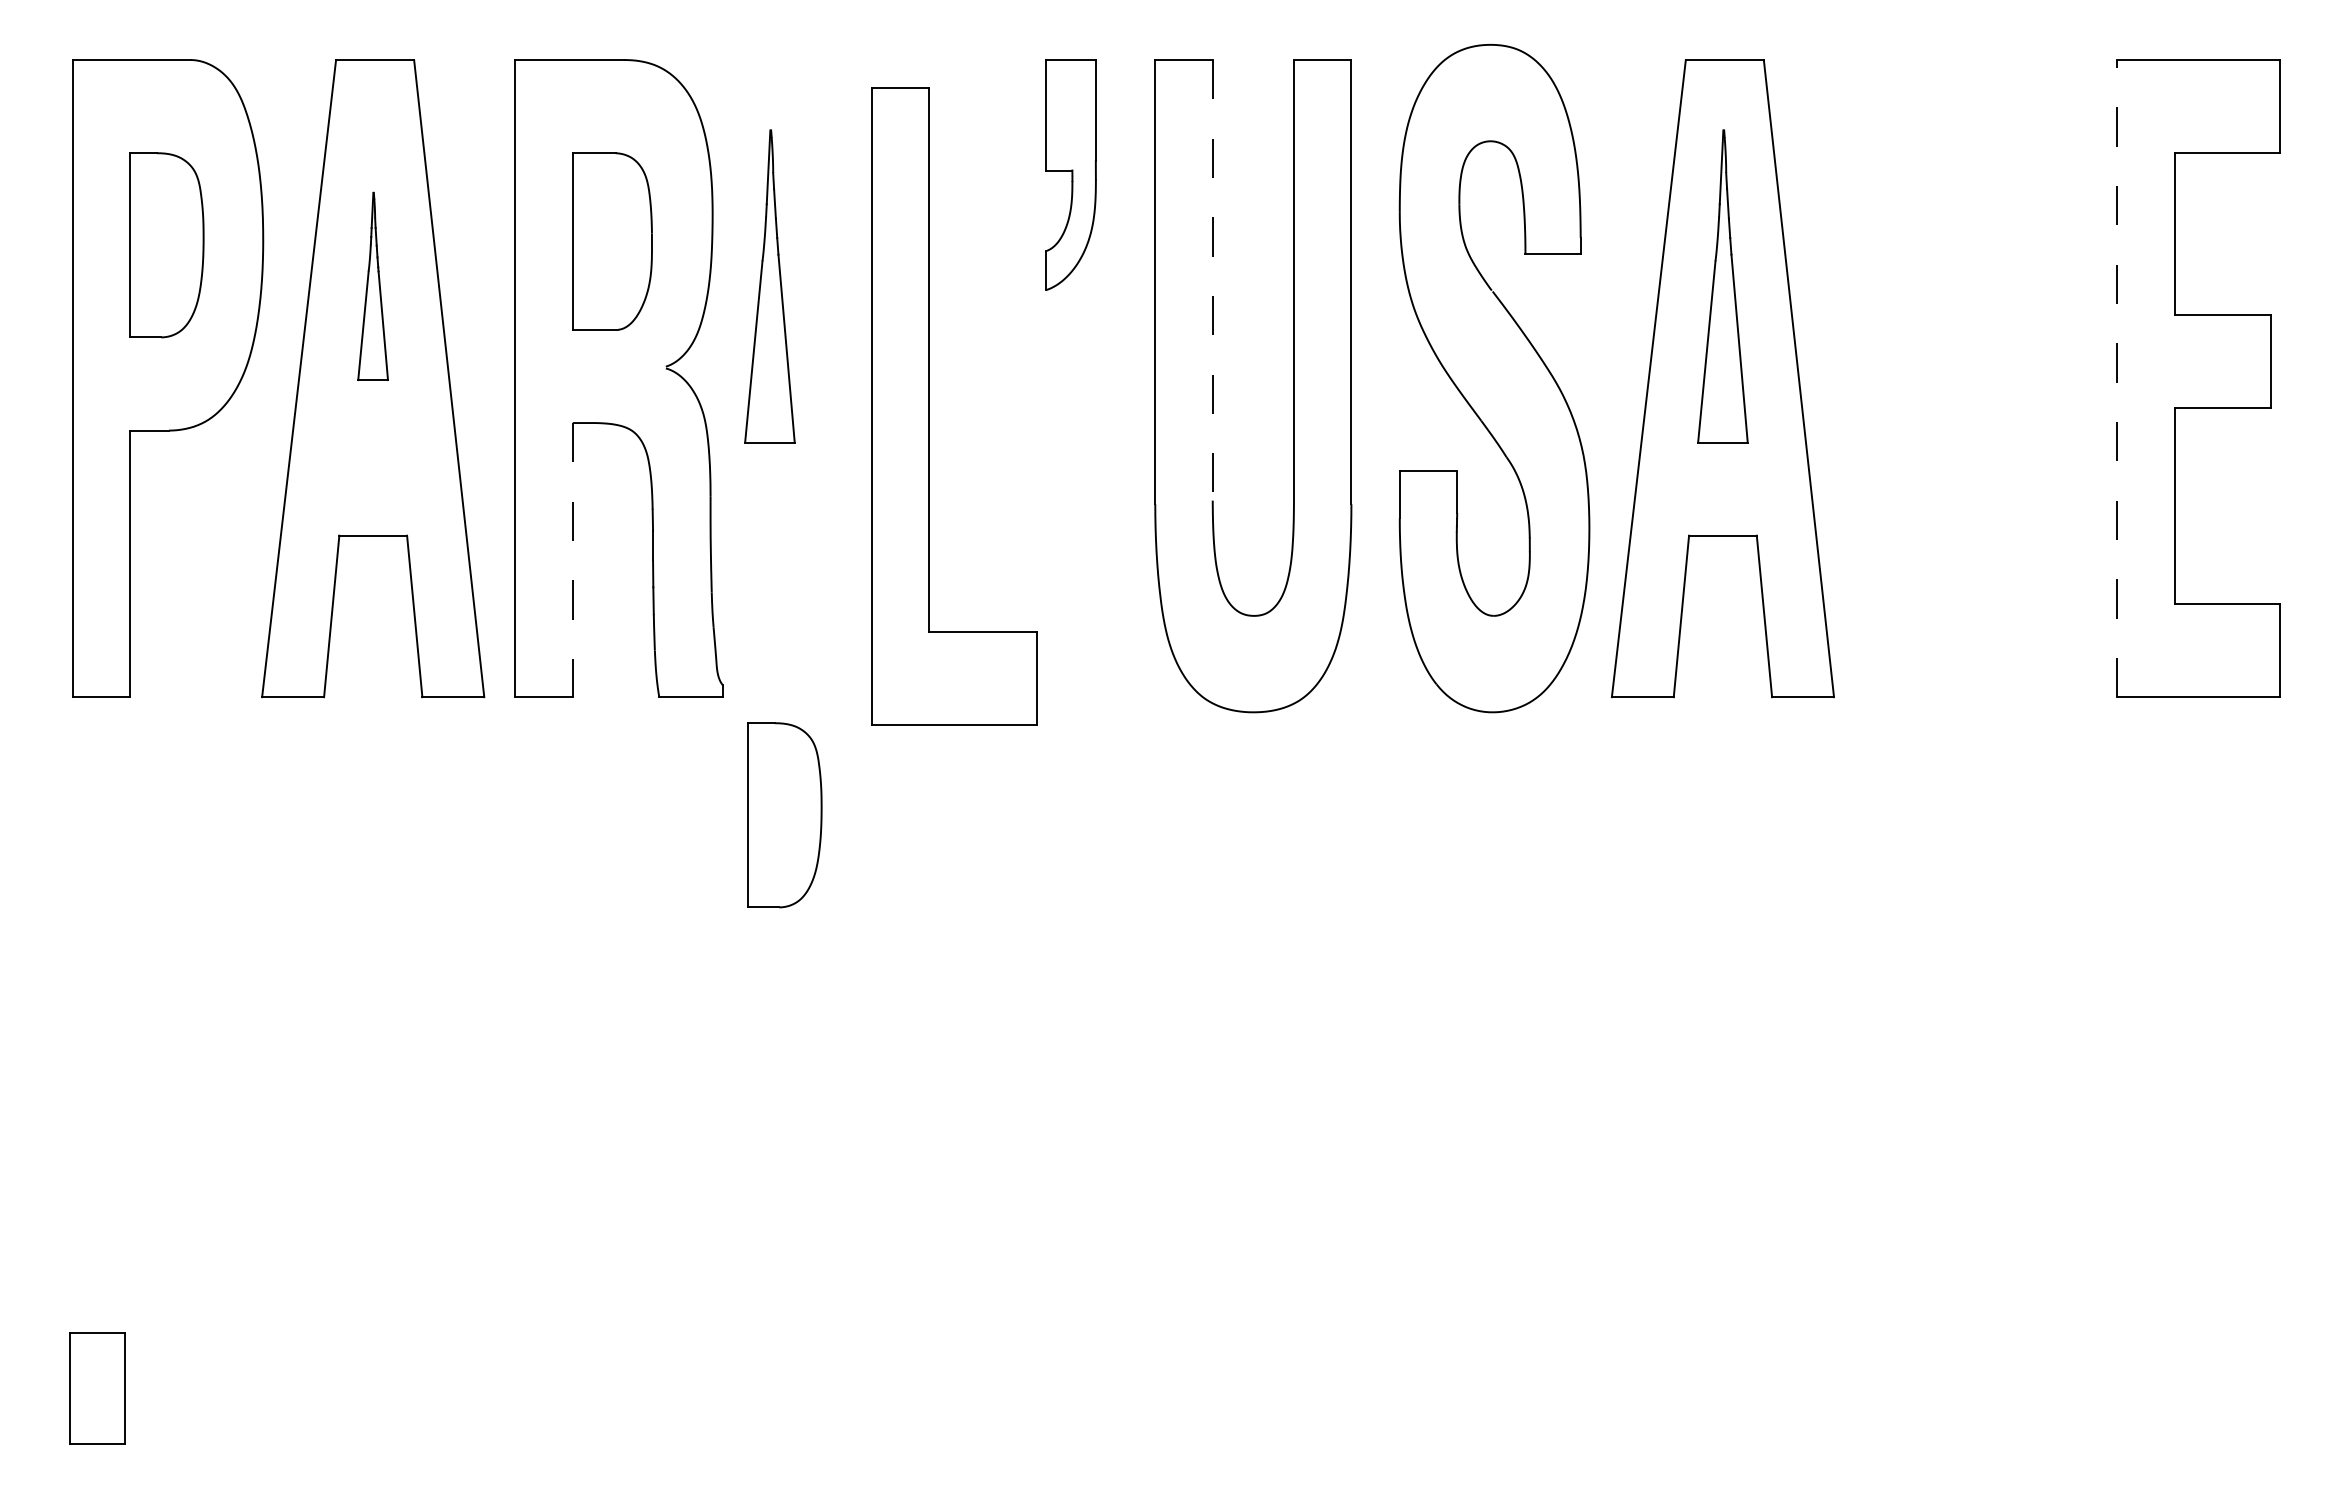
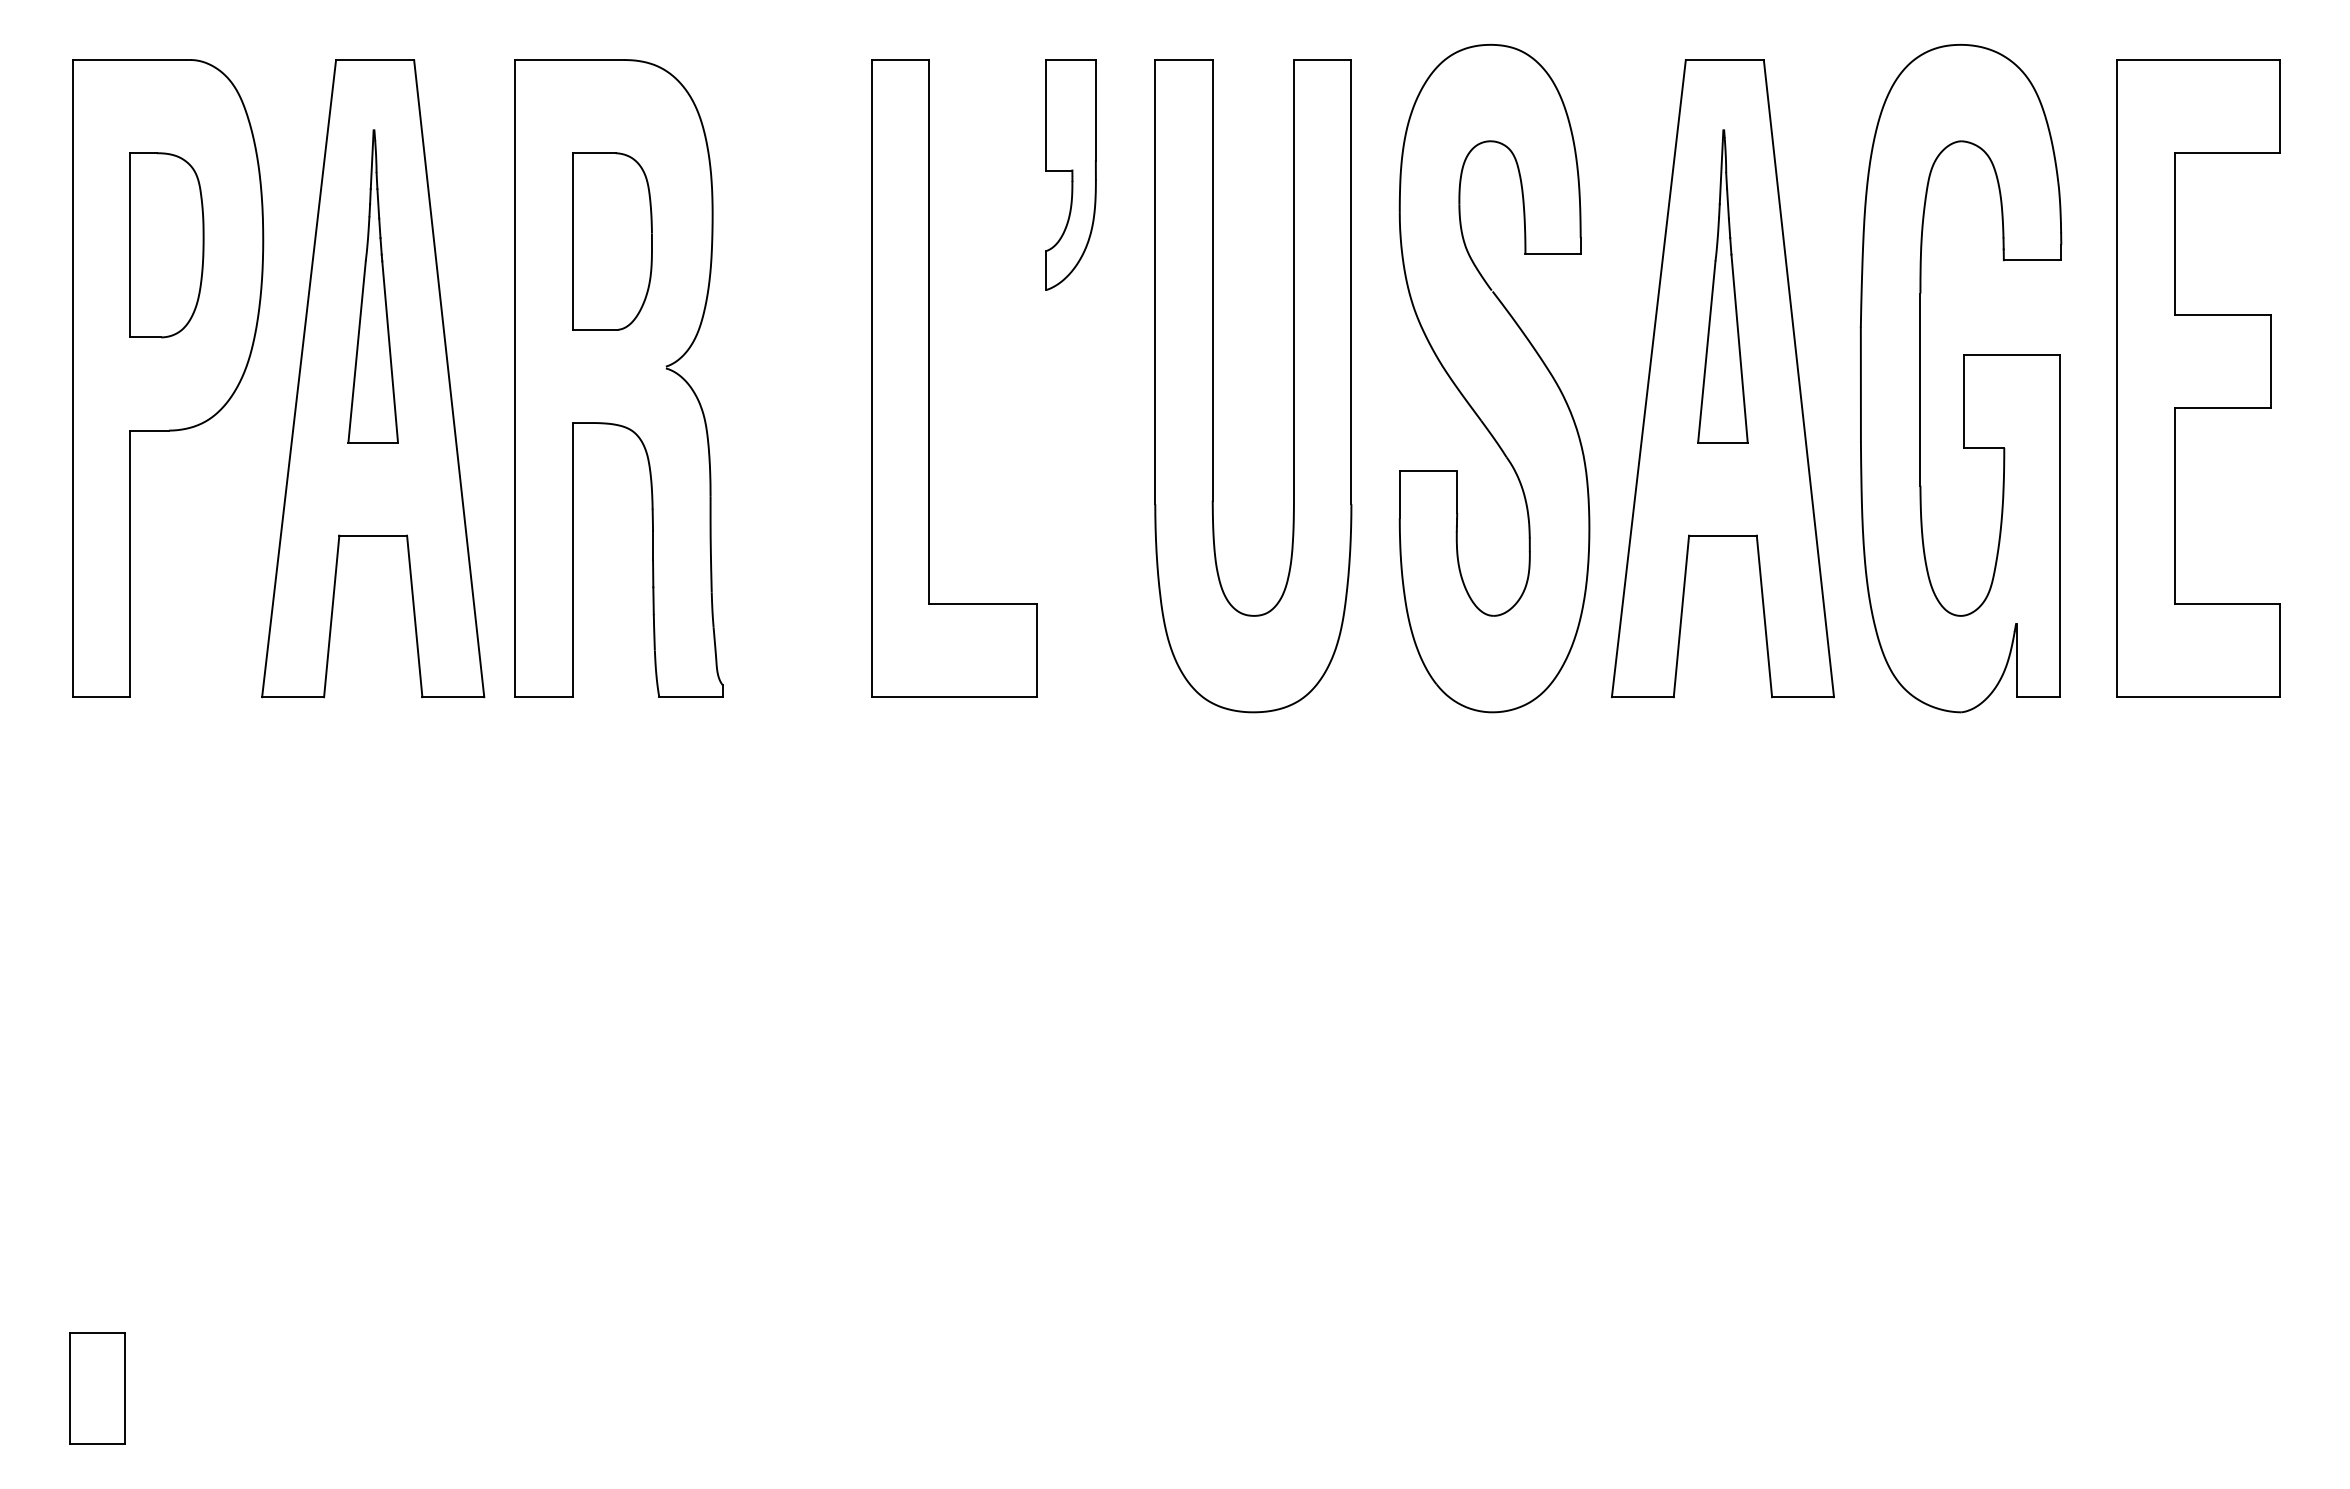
line at (1212, 280): dashed -> solid
part at (372, 285) size: 32x190 px -> 52x315 px
part at (769, 286): present -> none
part at (1960, 378): none -> present
line at (2117, 378): dashed -> solid
part at (929, 406) position: (929, 406) -> (929, 378)
line at (572, 560): dashed -> solid
part at (784, 815): present -> none
